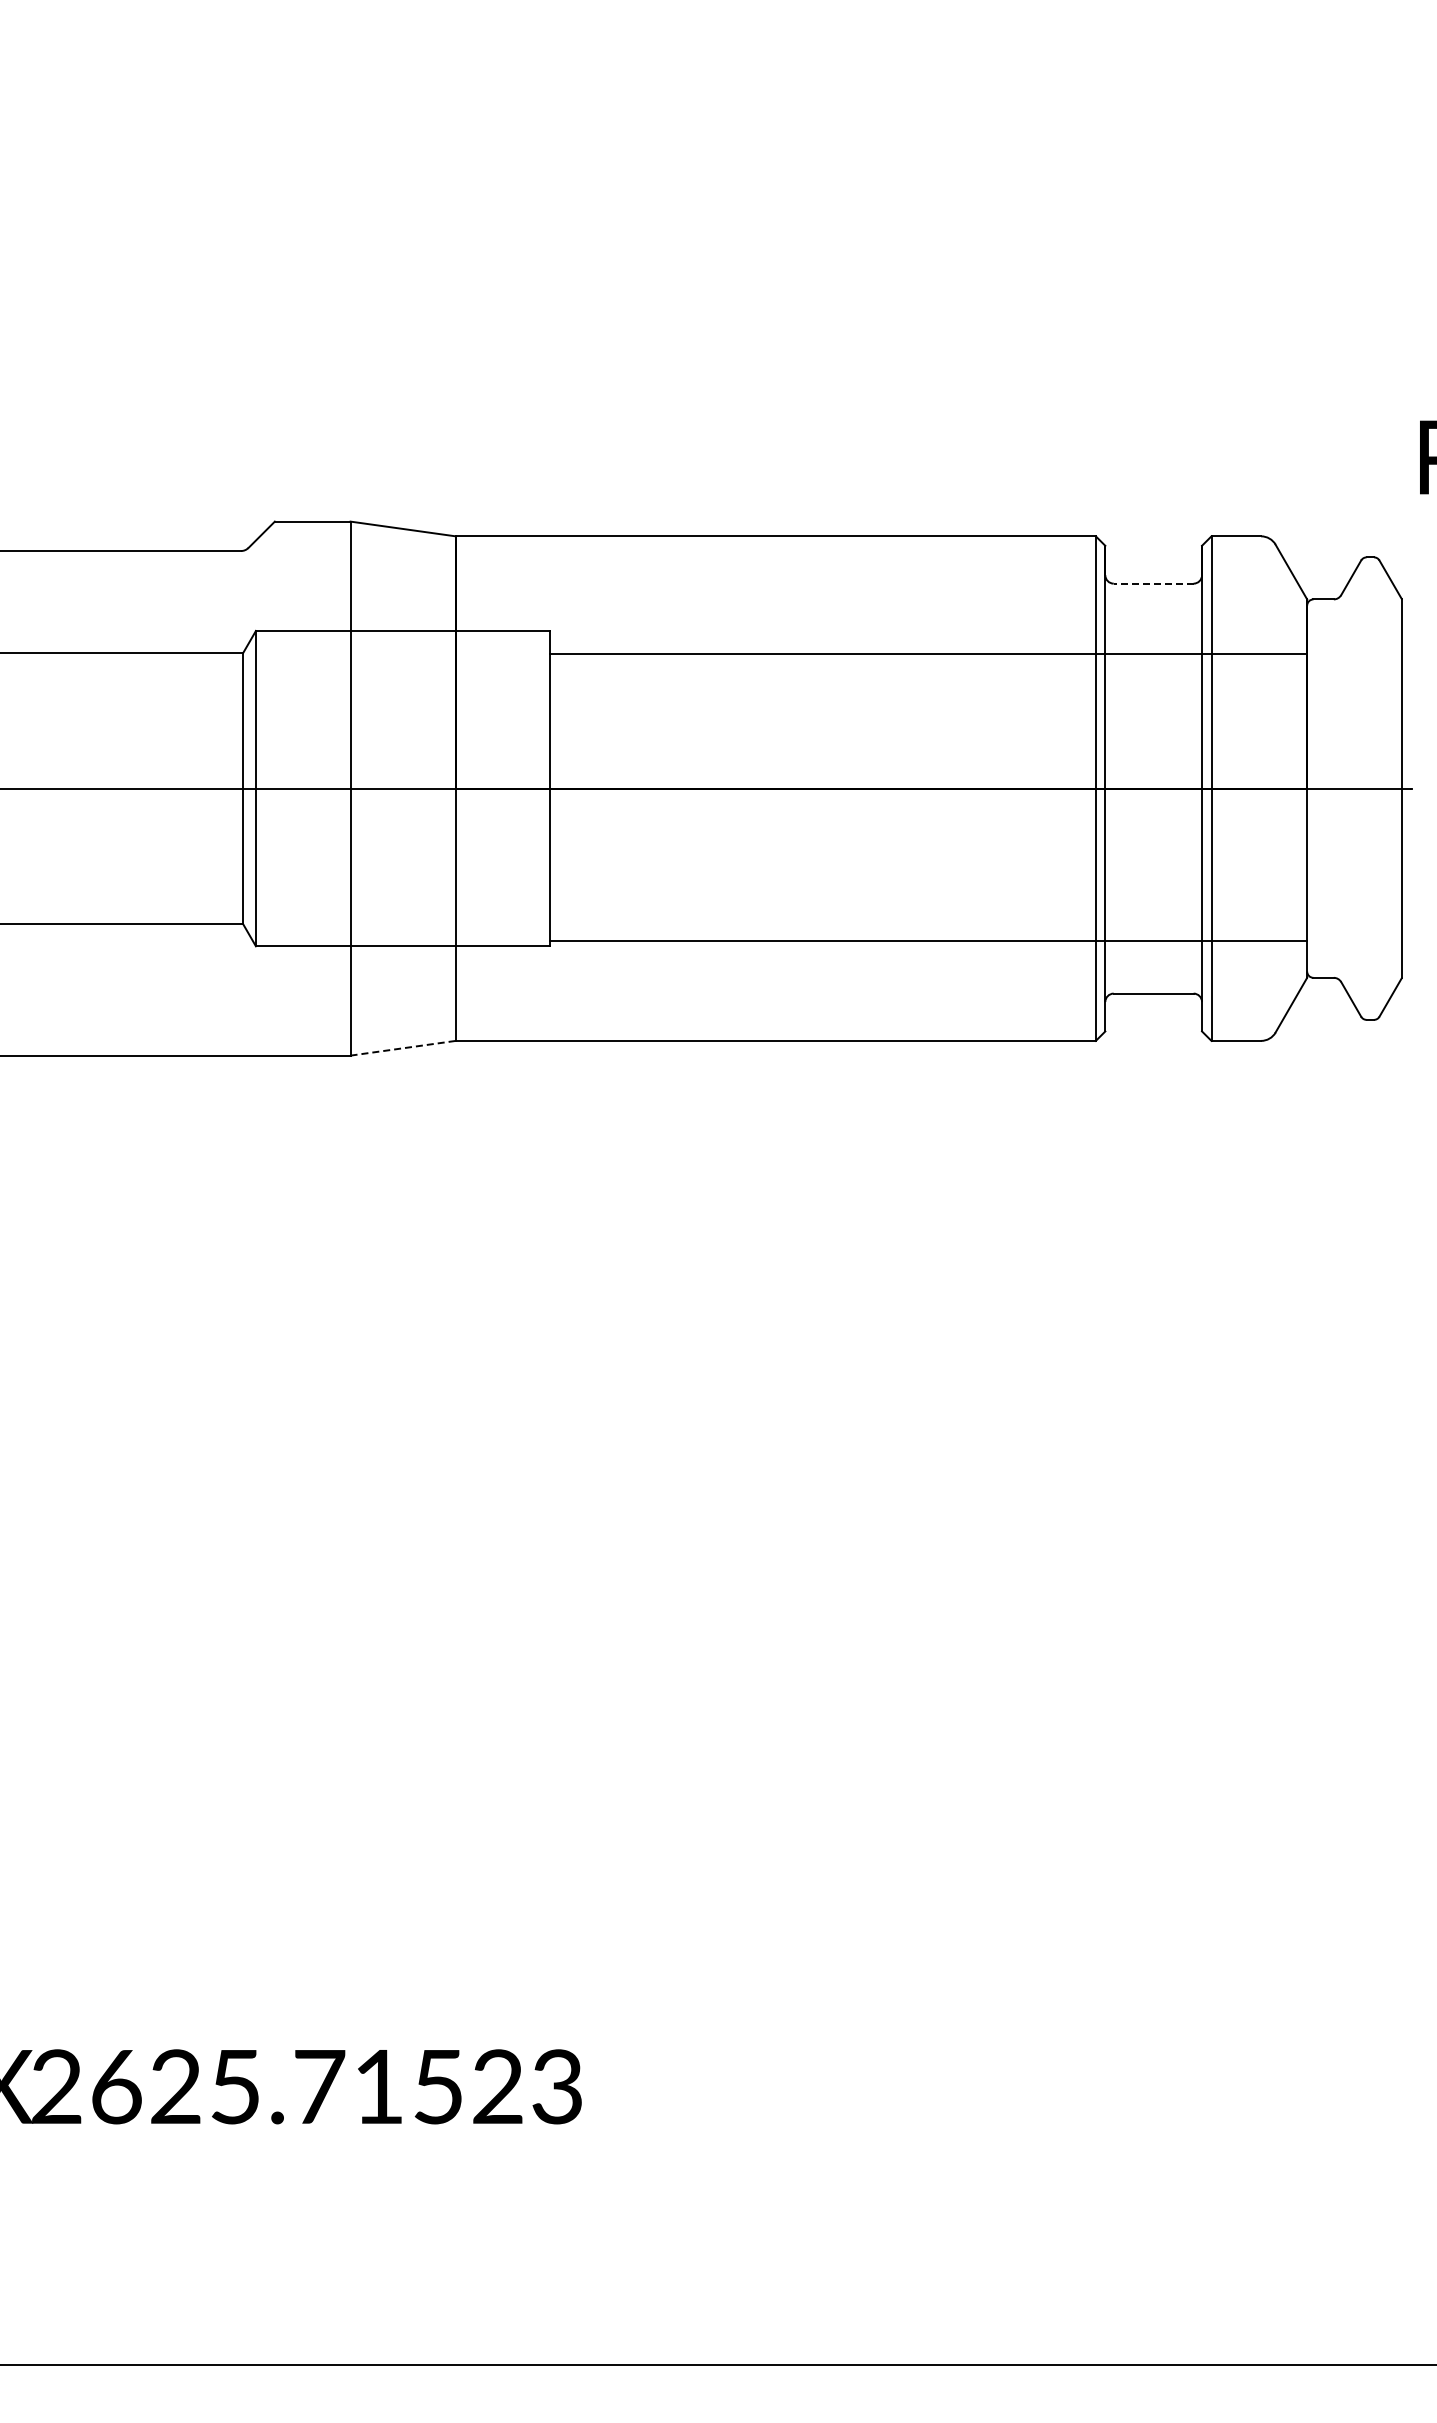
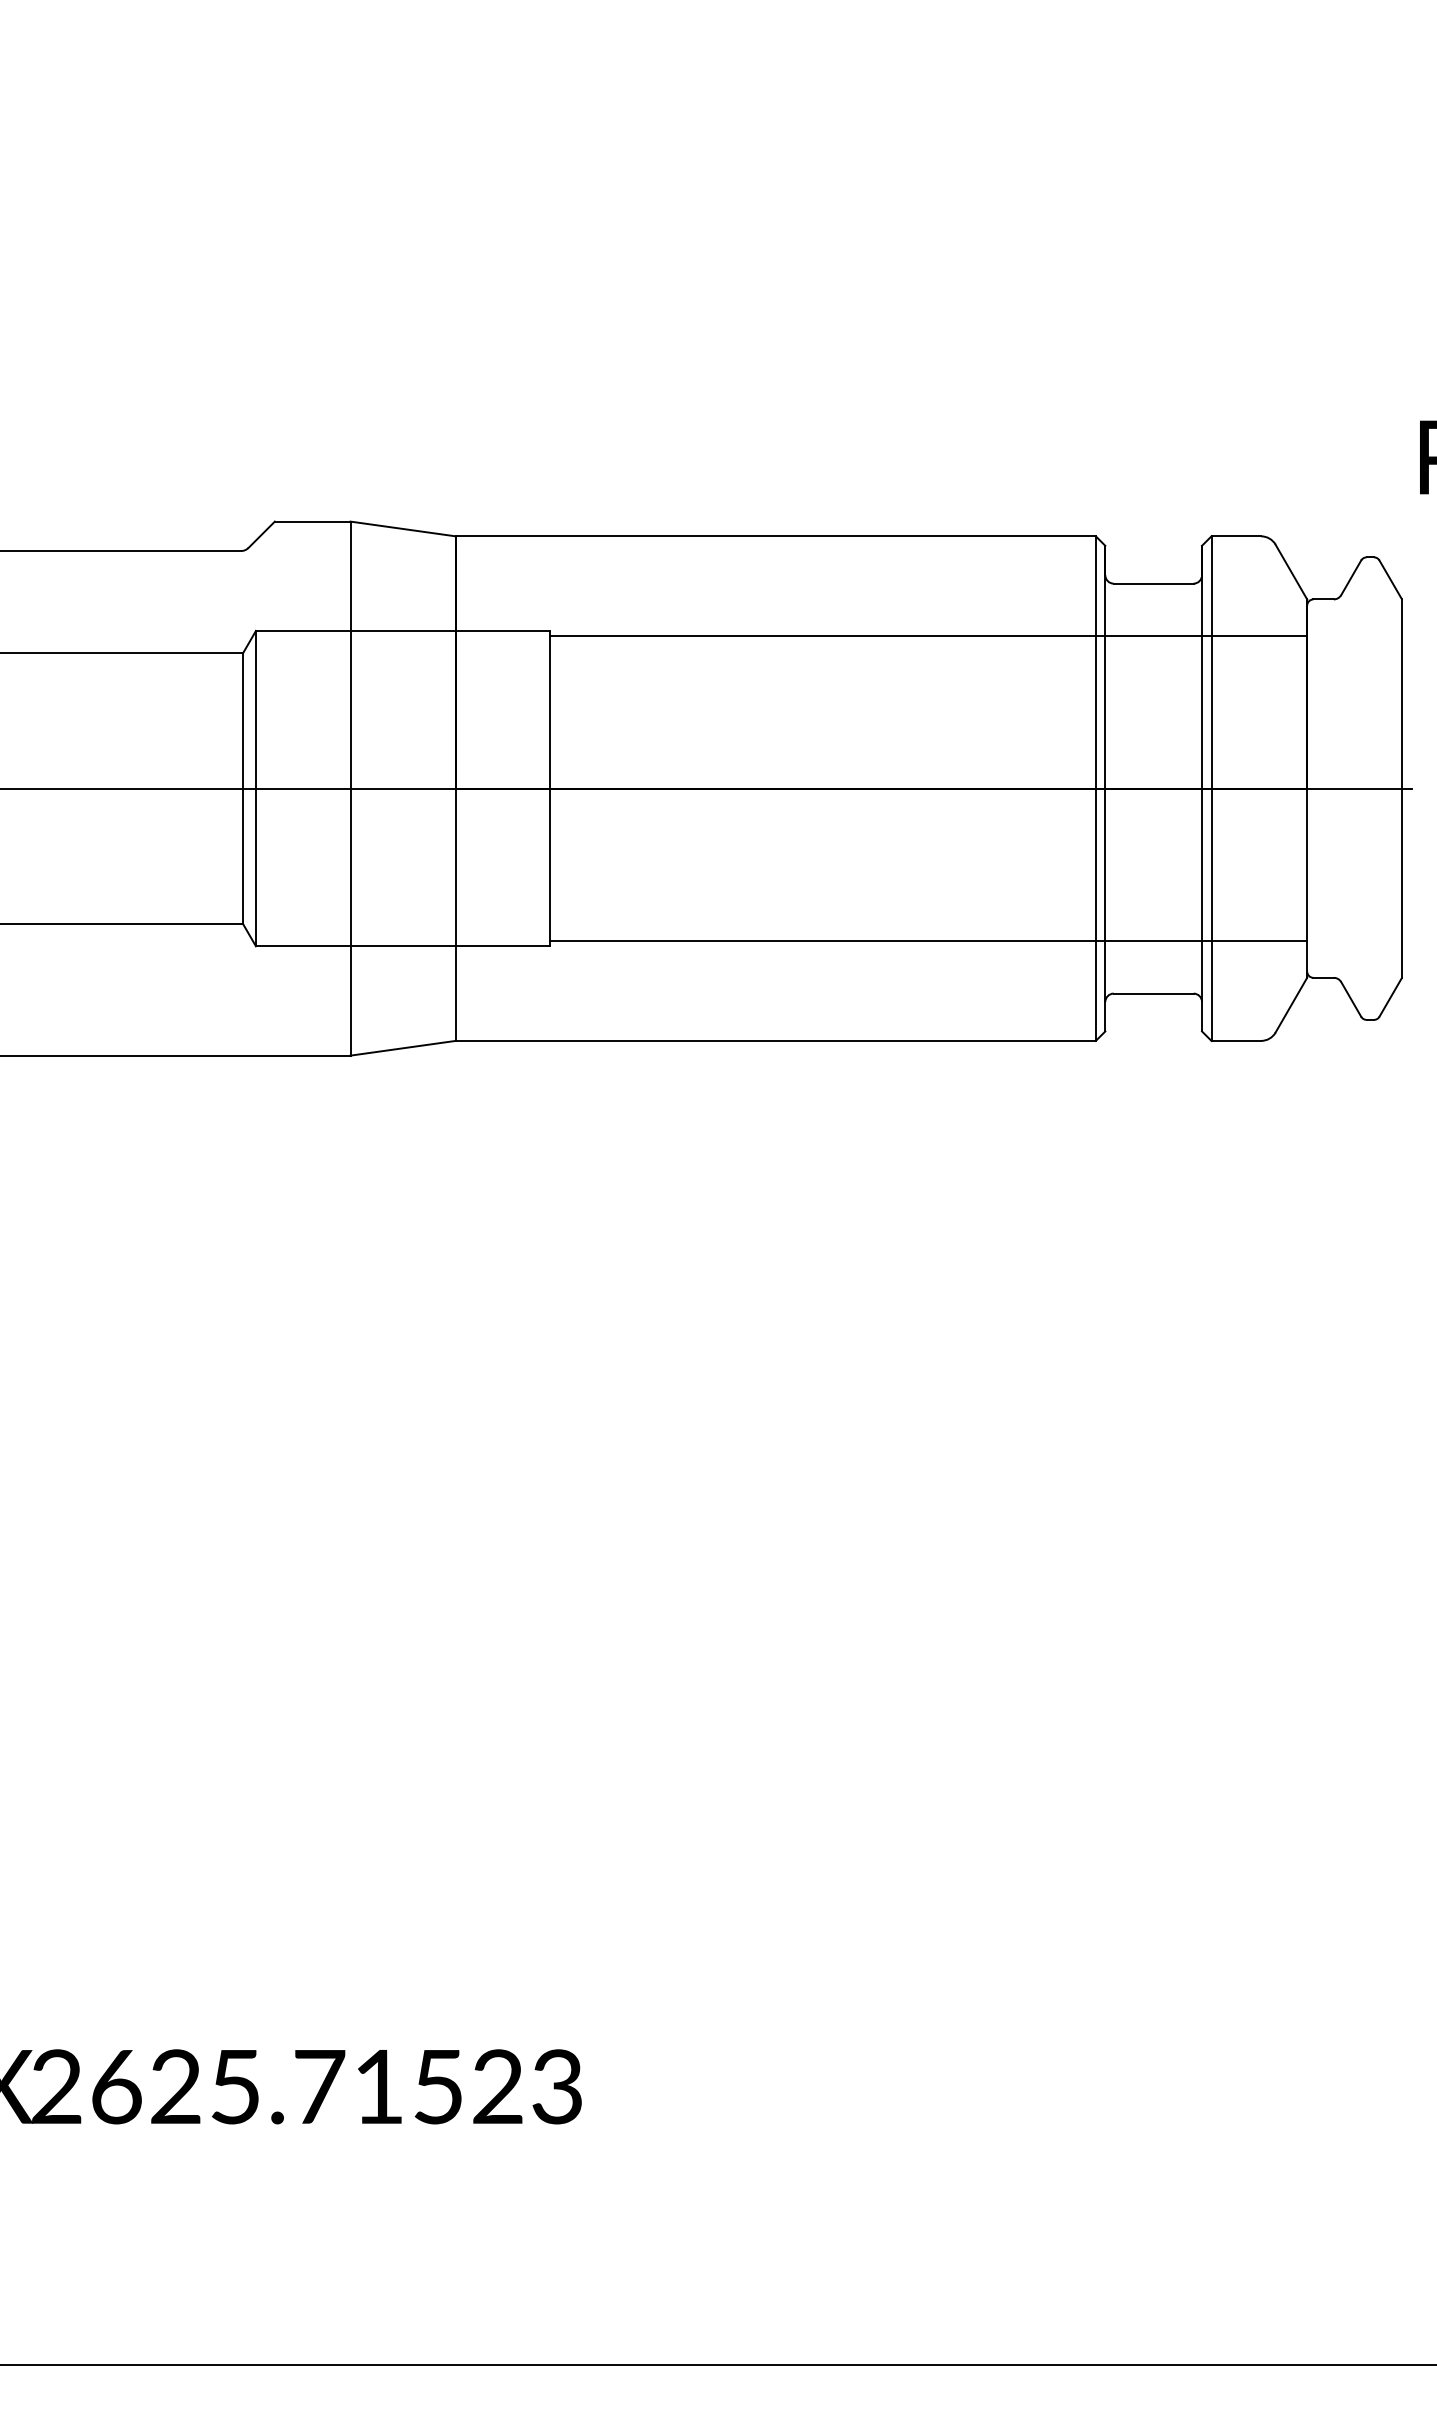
line at (1153, 583): dashed -> solid
line at (928, 653) position: (928, 653) -> (928, 635)
line at (403, 1048): dashed -> solid
